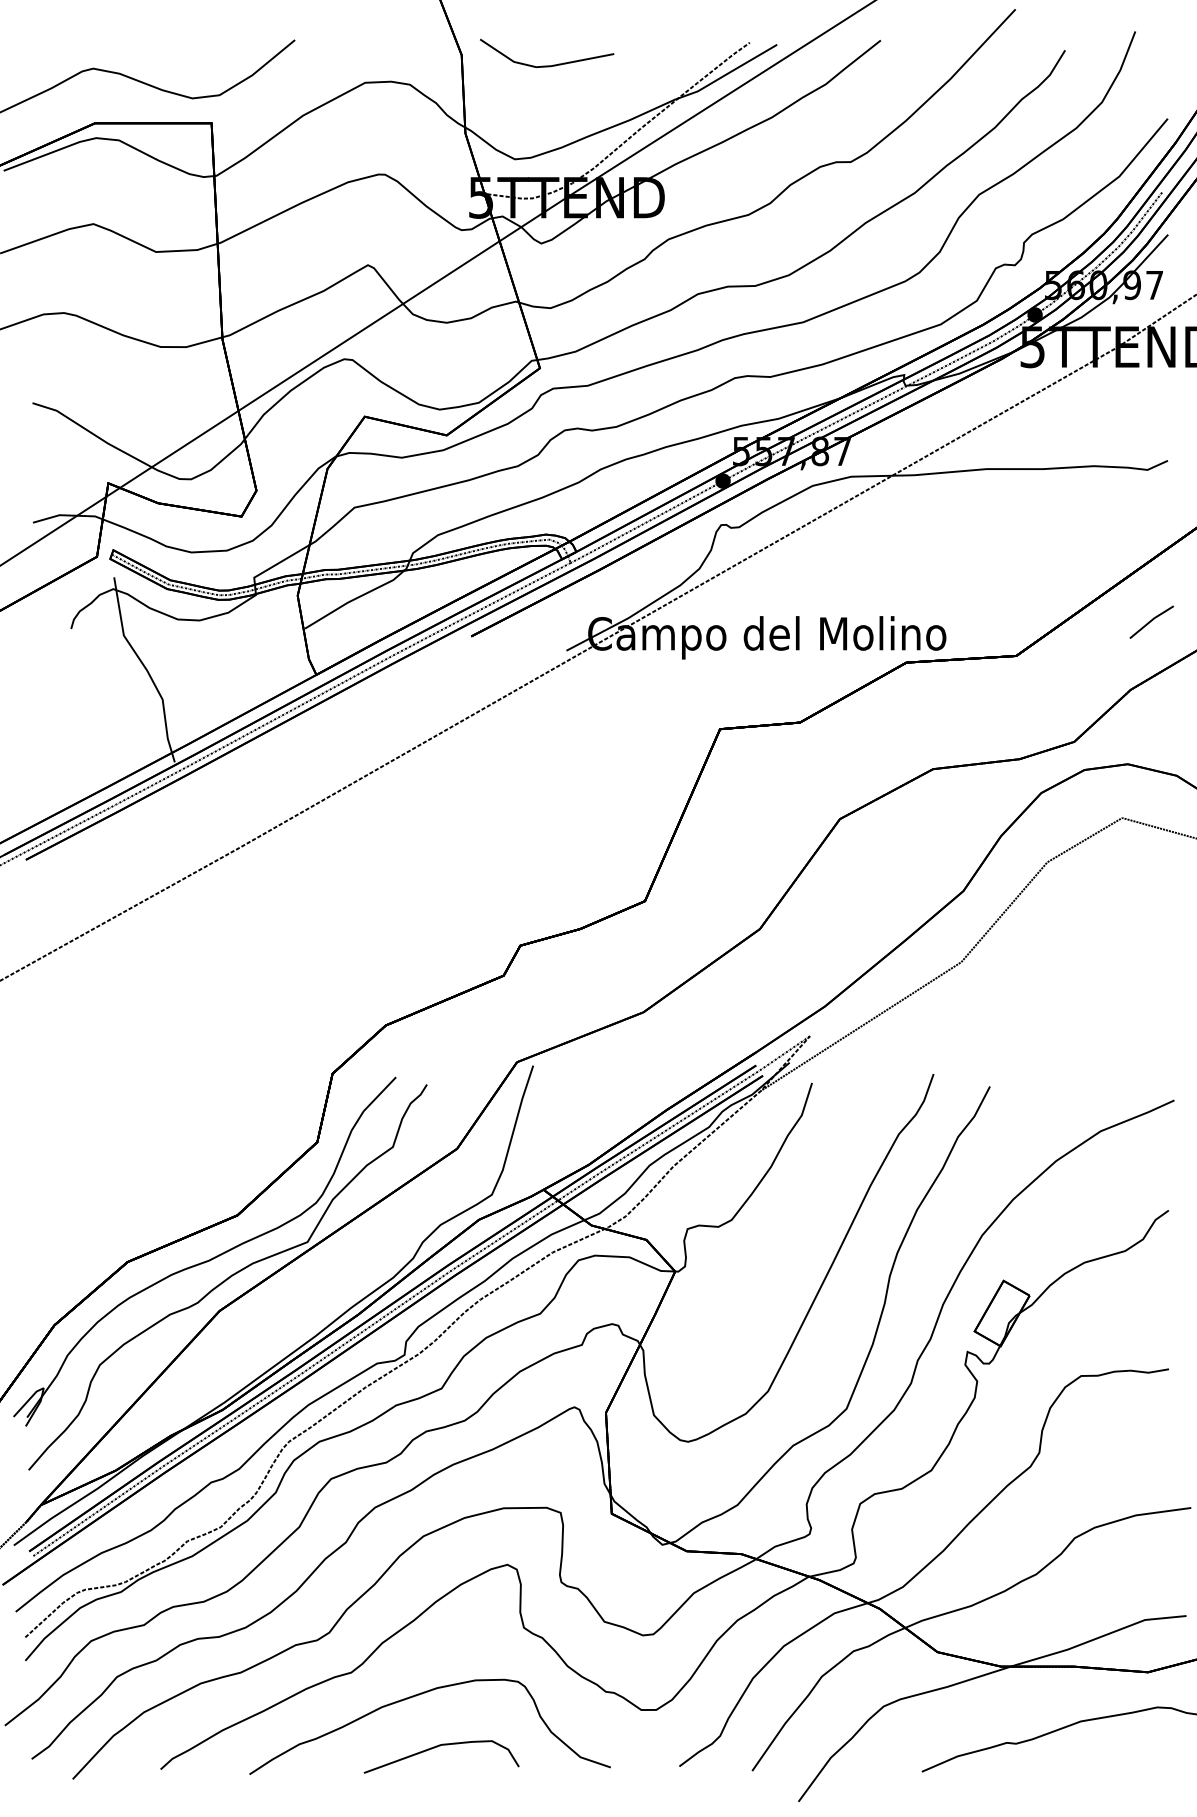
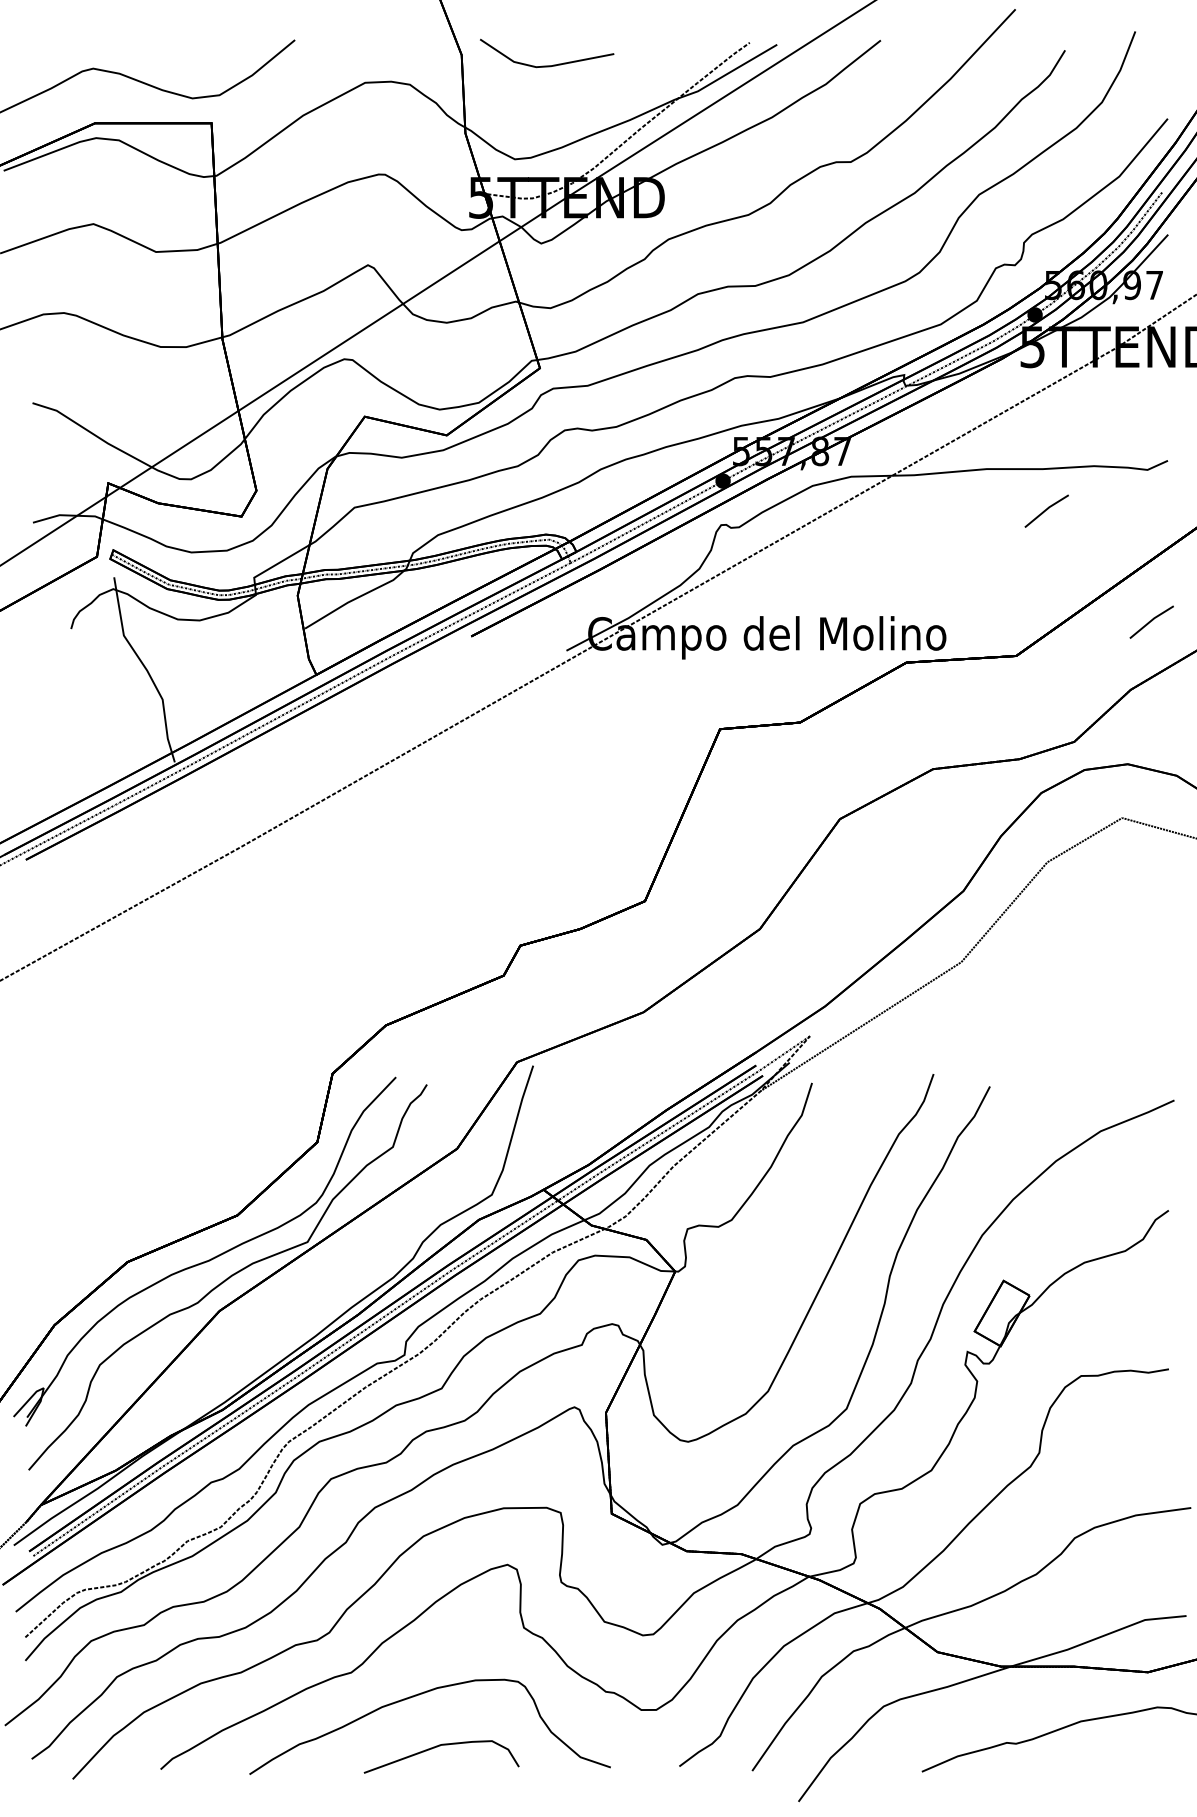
line at (1046, 510): none -> present
